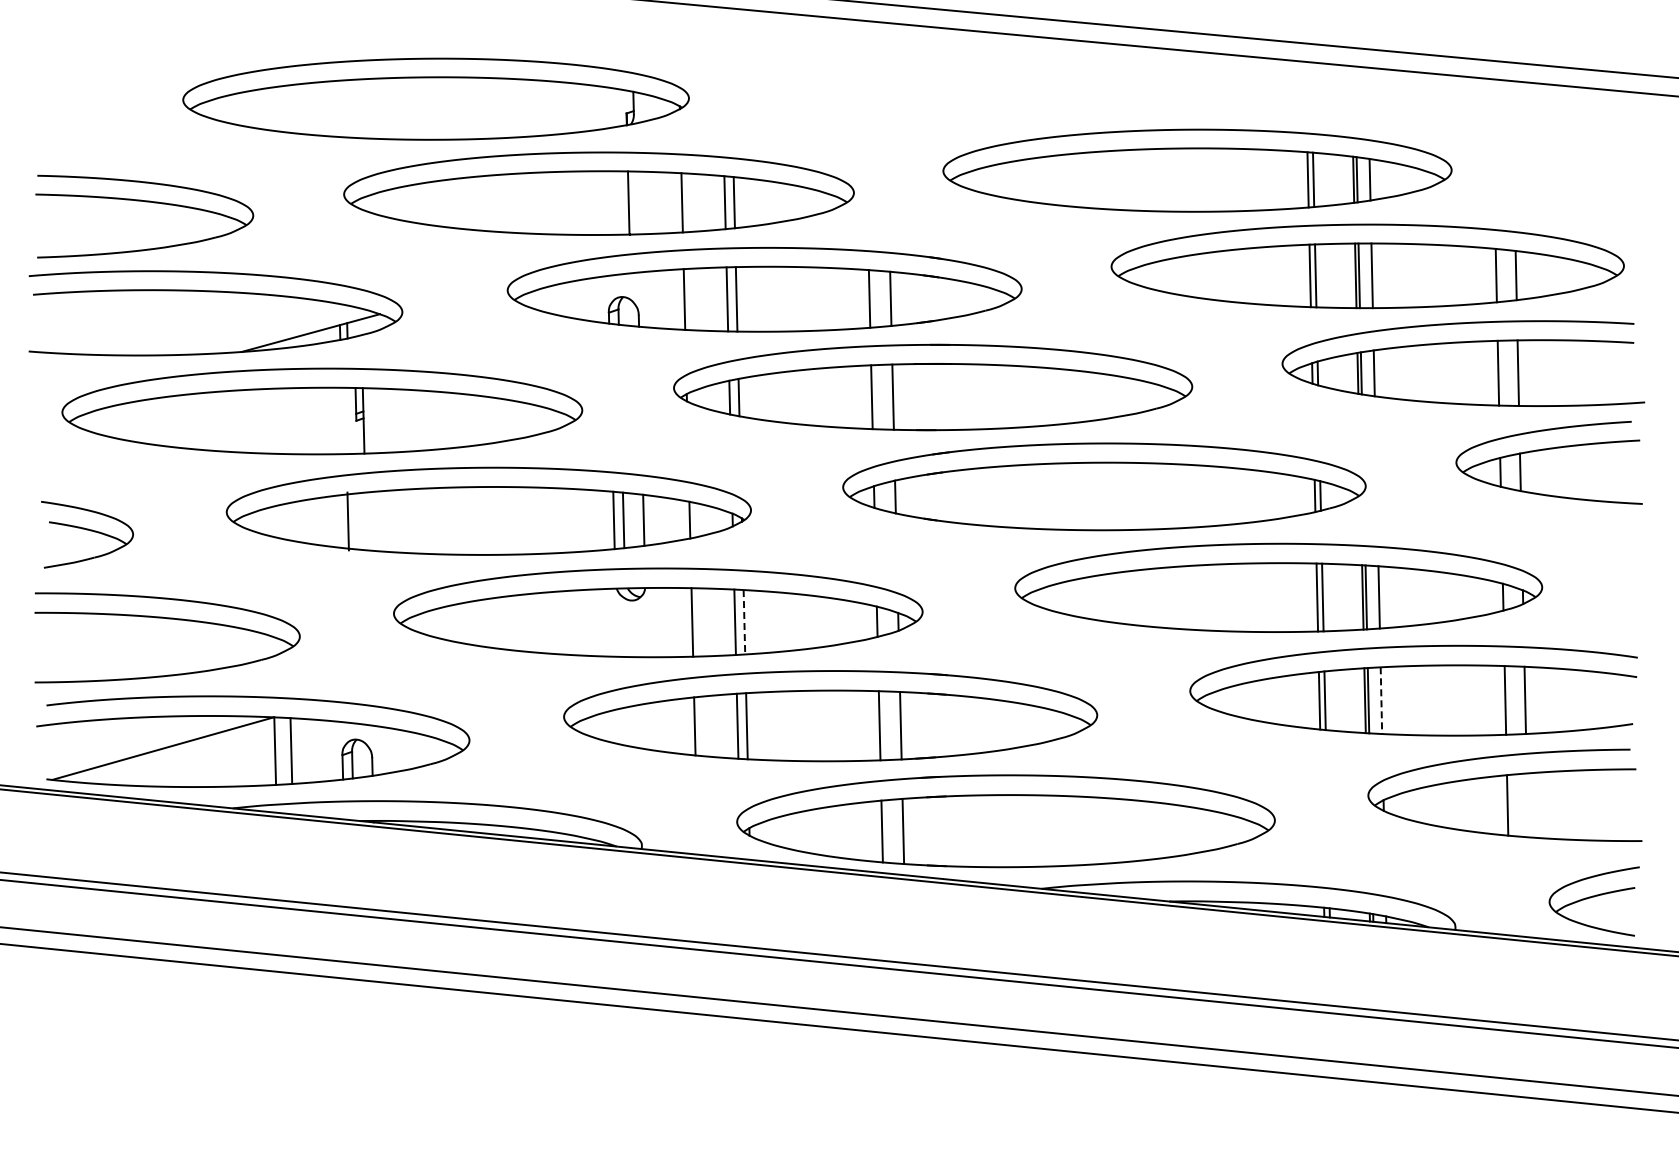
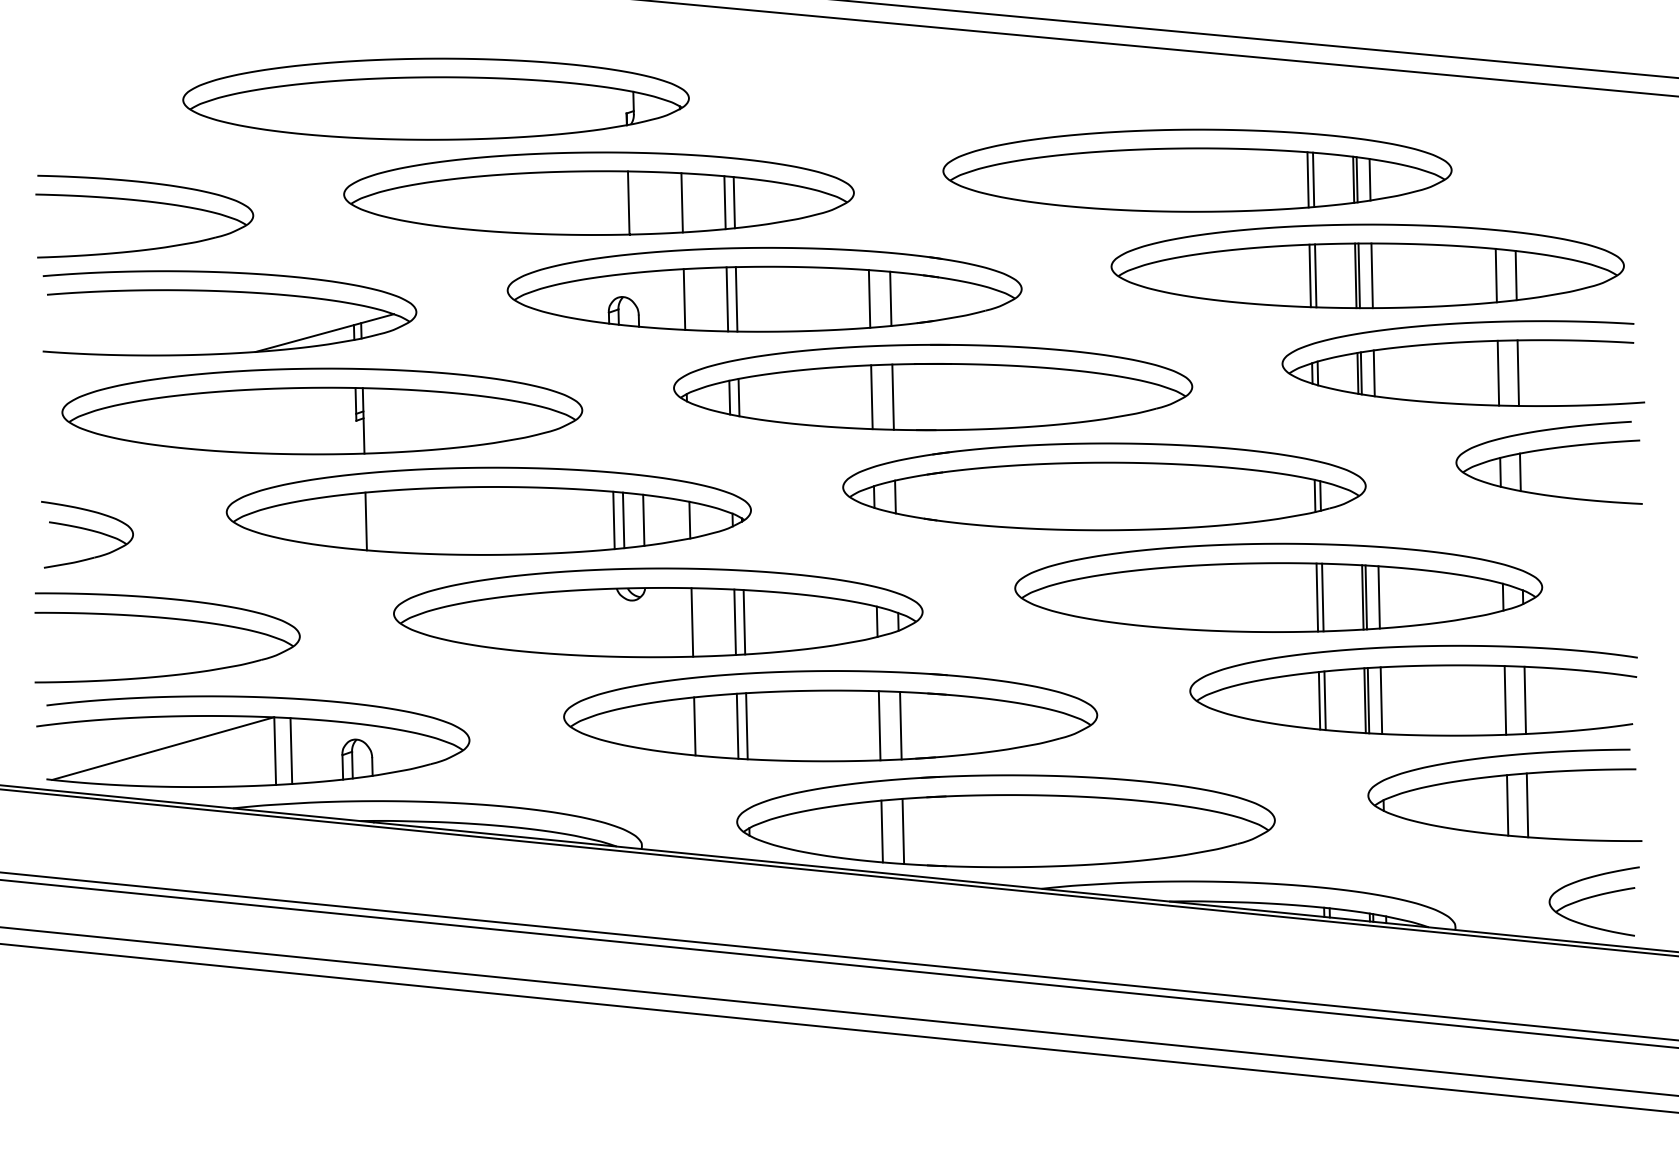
part at (215, 292) position: (215, 292) -> (229, 292)
line at (347, 521) position: (347, 521) -> (365, 521)
line at (744, 622): dashed -> solid
line at (1381, 701): dashed -> solid
line at (1527, 805): none -> present
